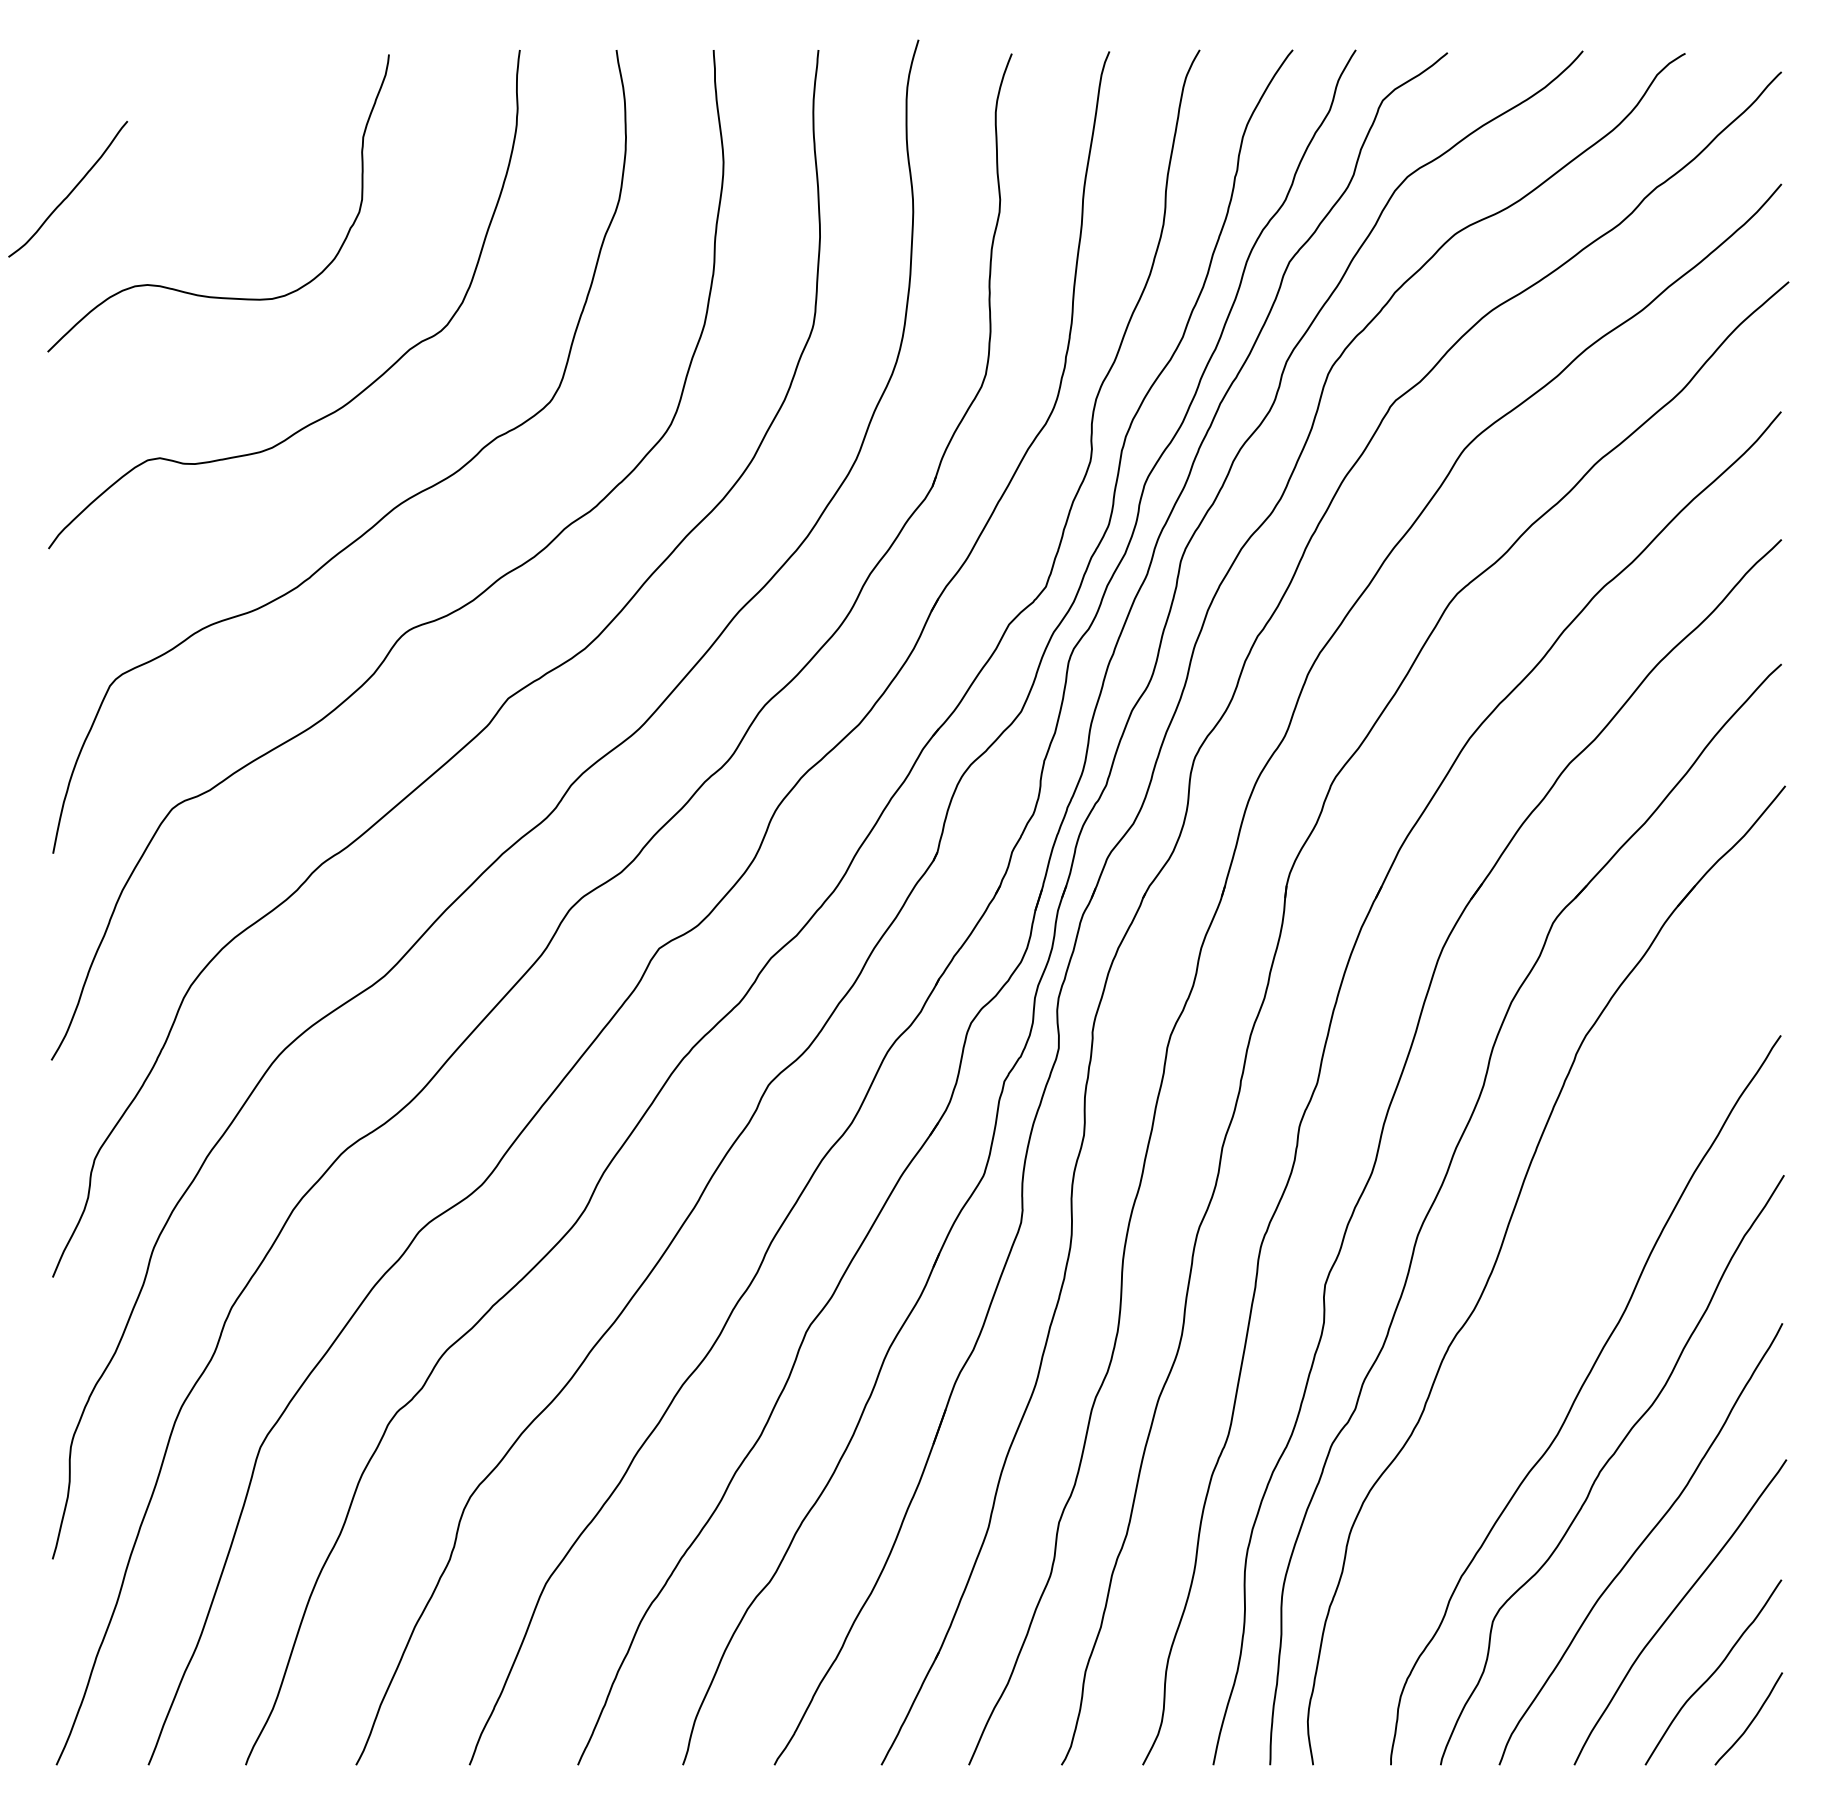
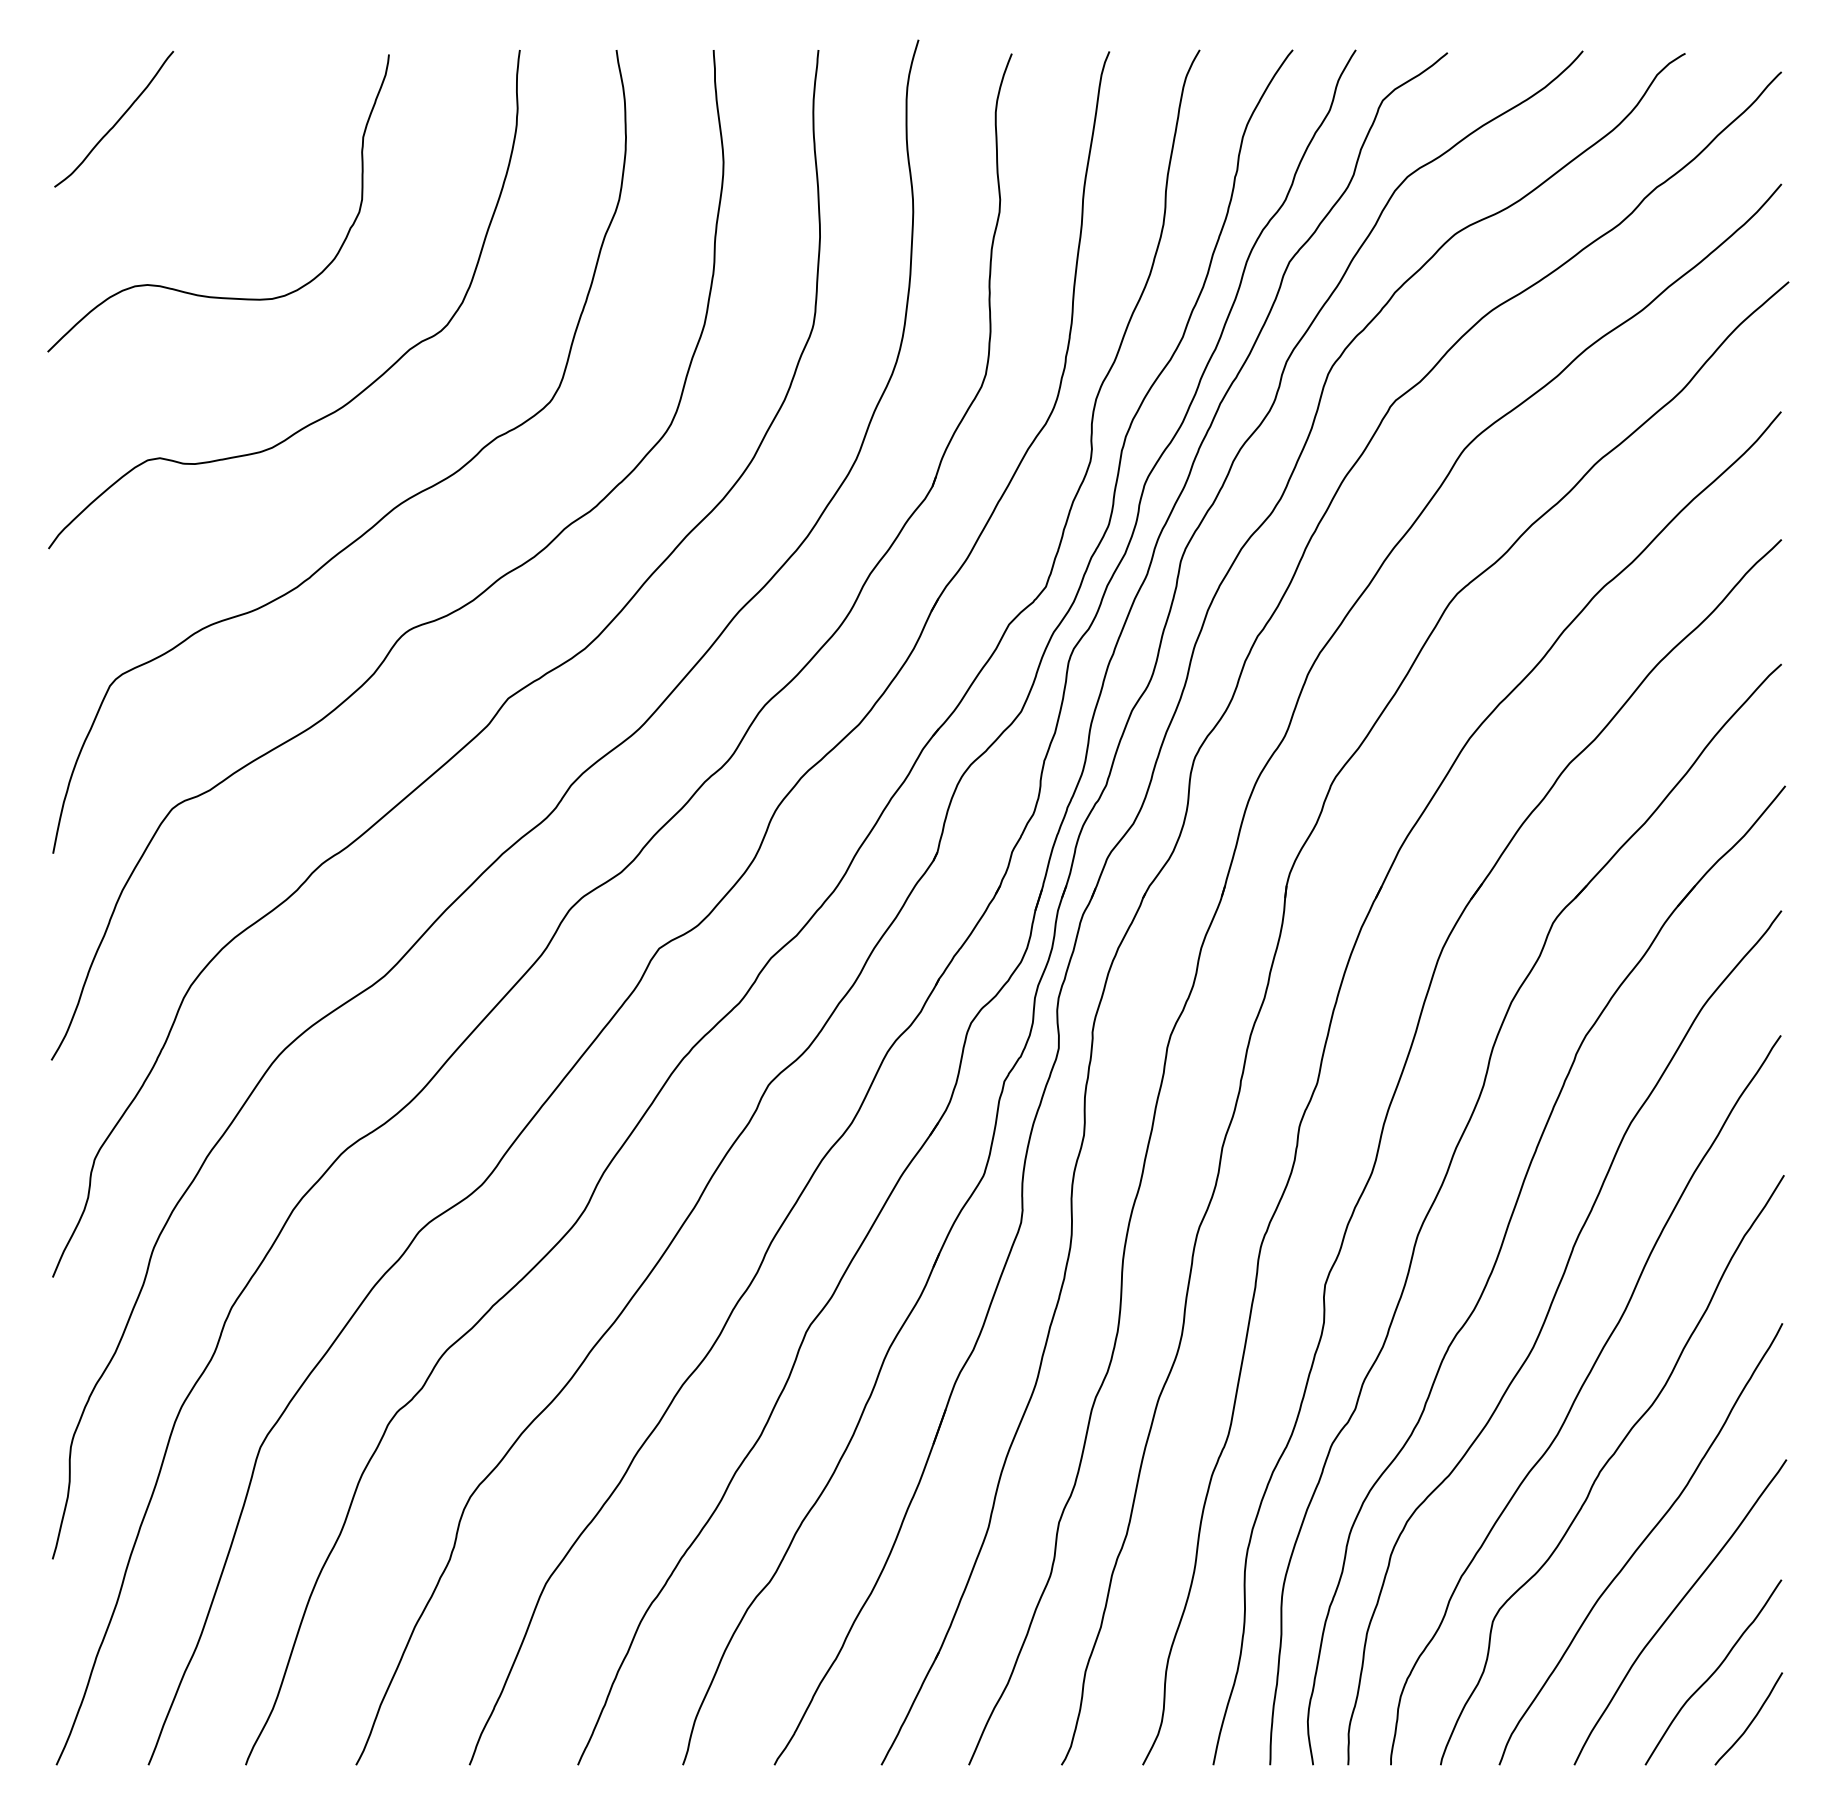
curve at (70, 191) position: (70, 191) -> (116, 121)
curve at (1543, 1327): none -> present
